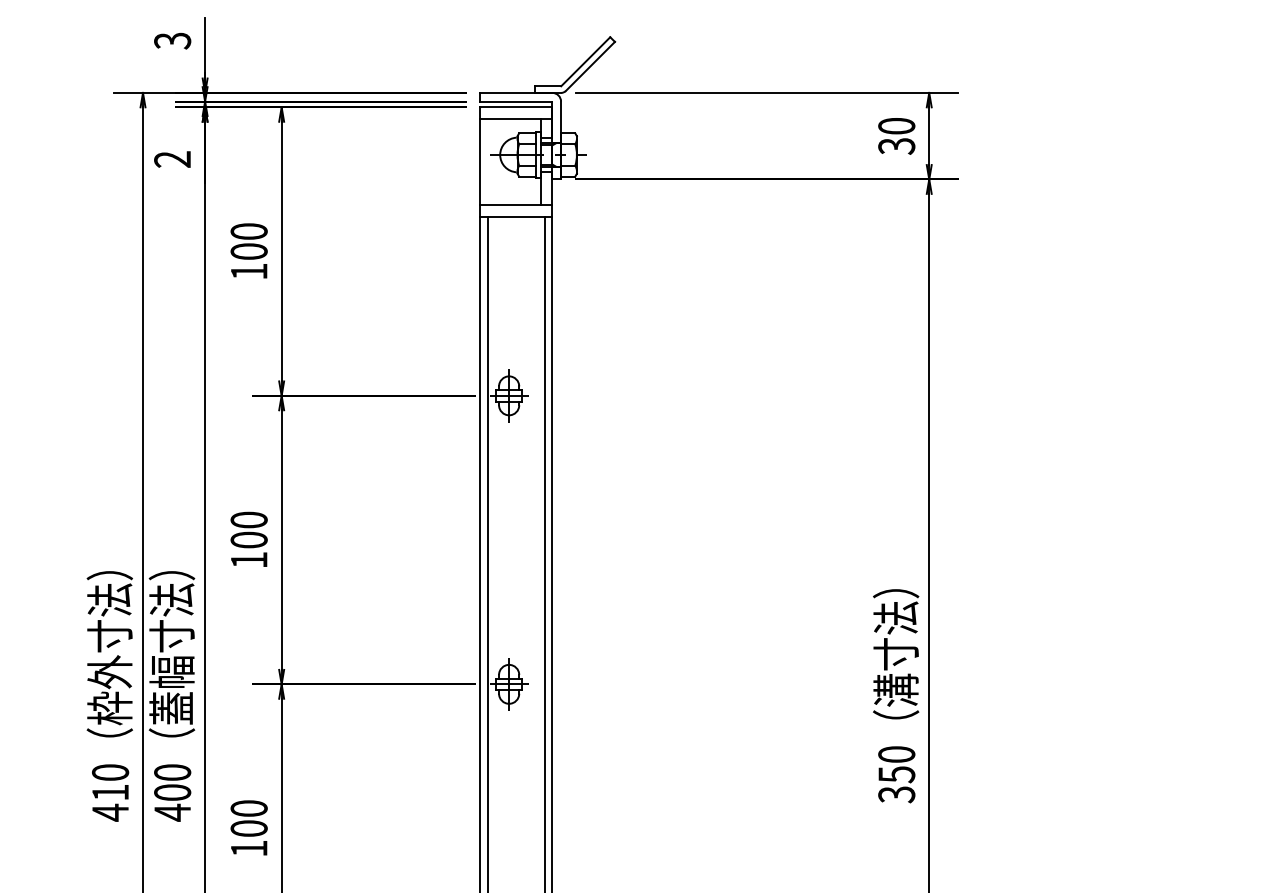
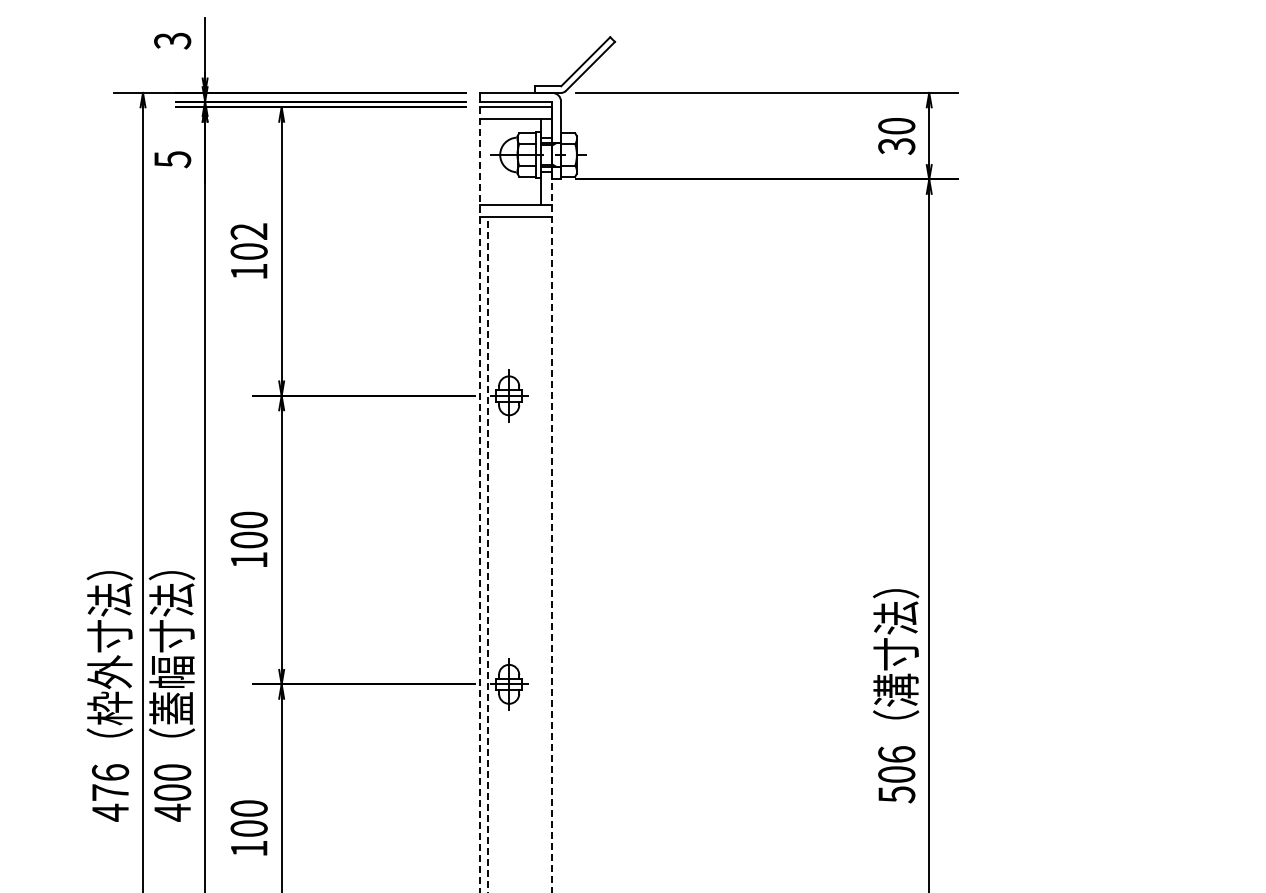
text at (172, 159): 2 -> 5
text at (248, 231): 100 -> 102
line at (480, 500): solid -> dashed
line at (552, 532): solid -> dashed
line at (545, 553): present -> none
line at (487, 554): solid -> dashed
text at (896, 774): 350 -> 506
text at (110, 782): 410 -> 476
